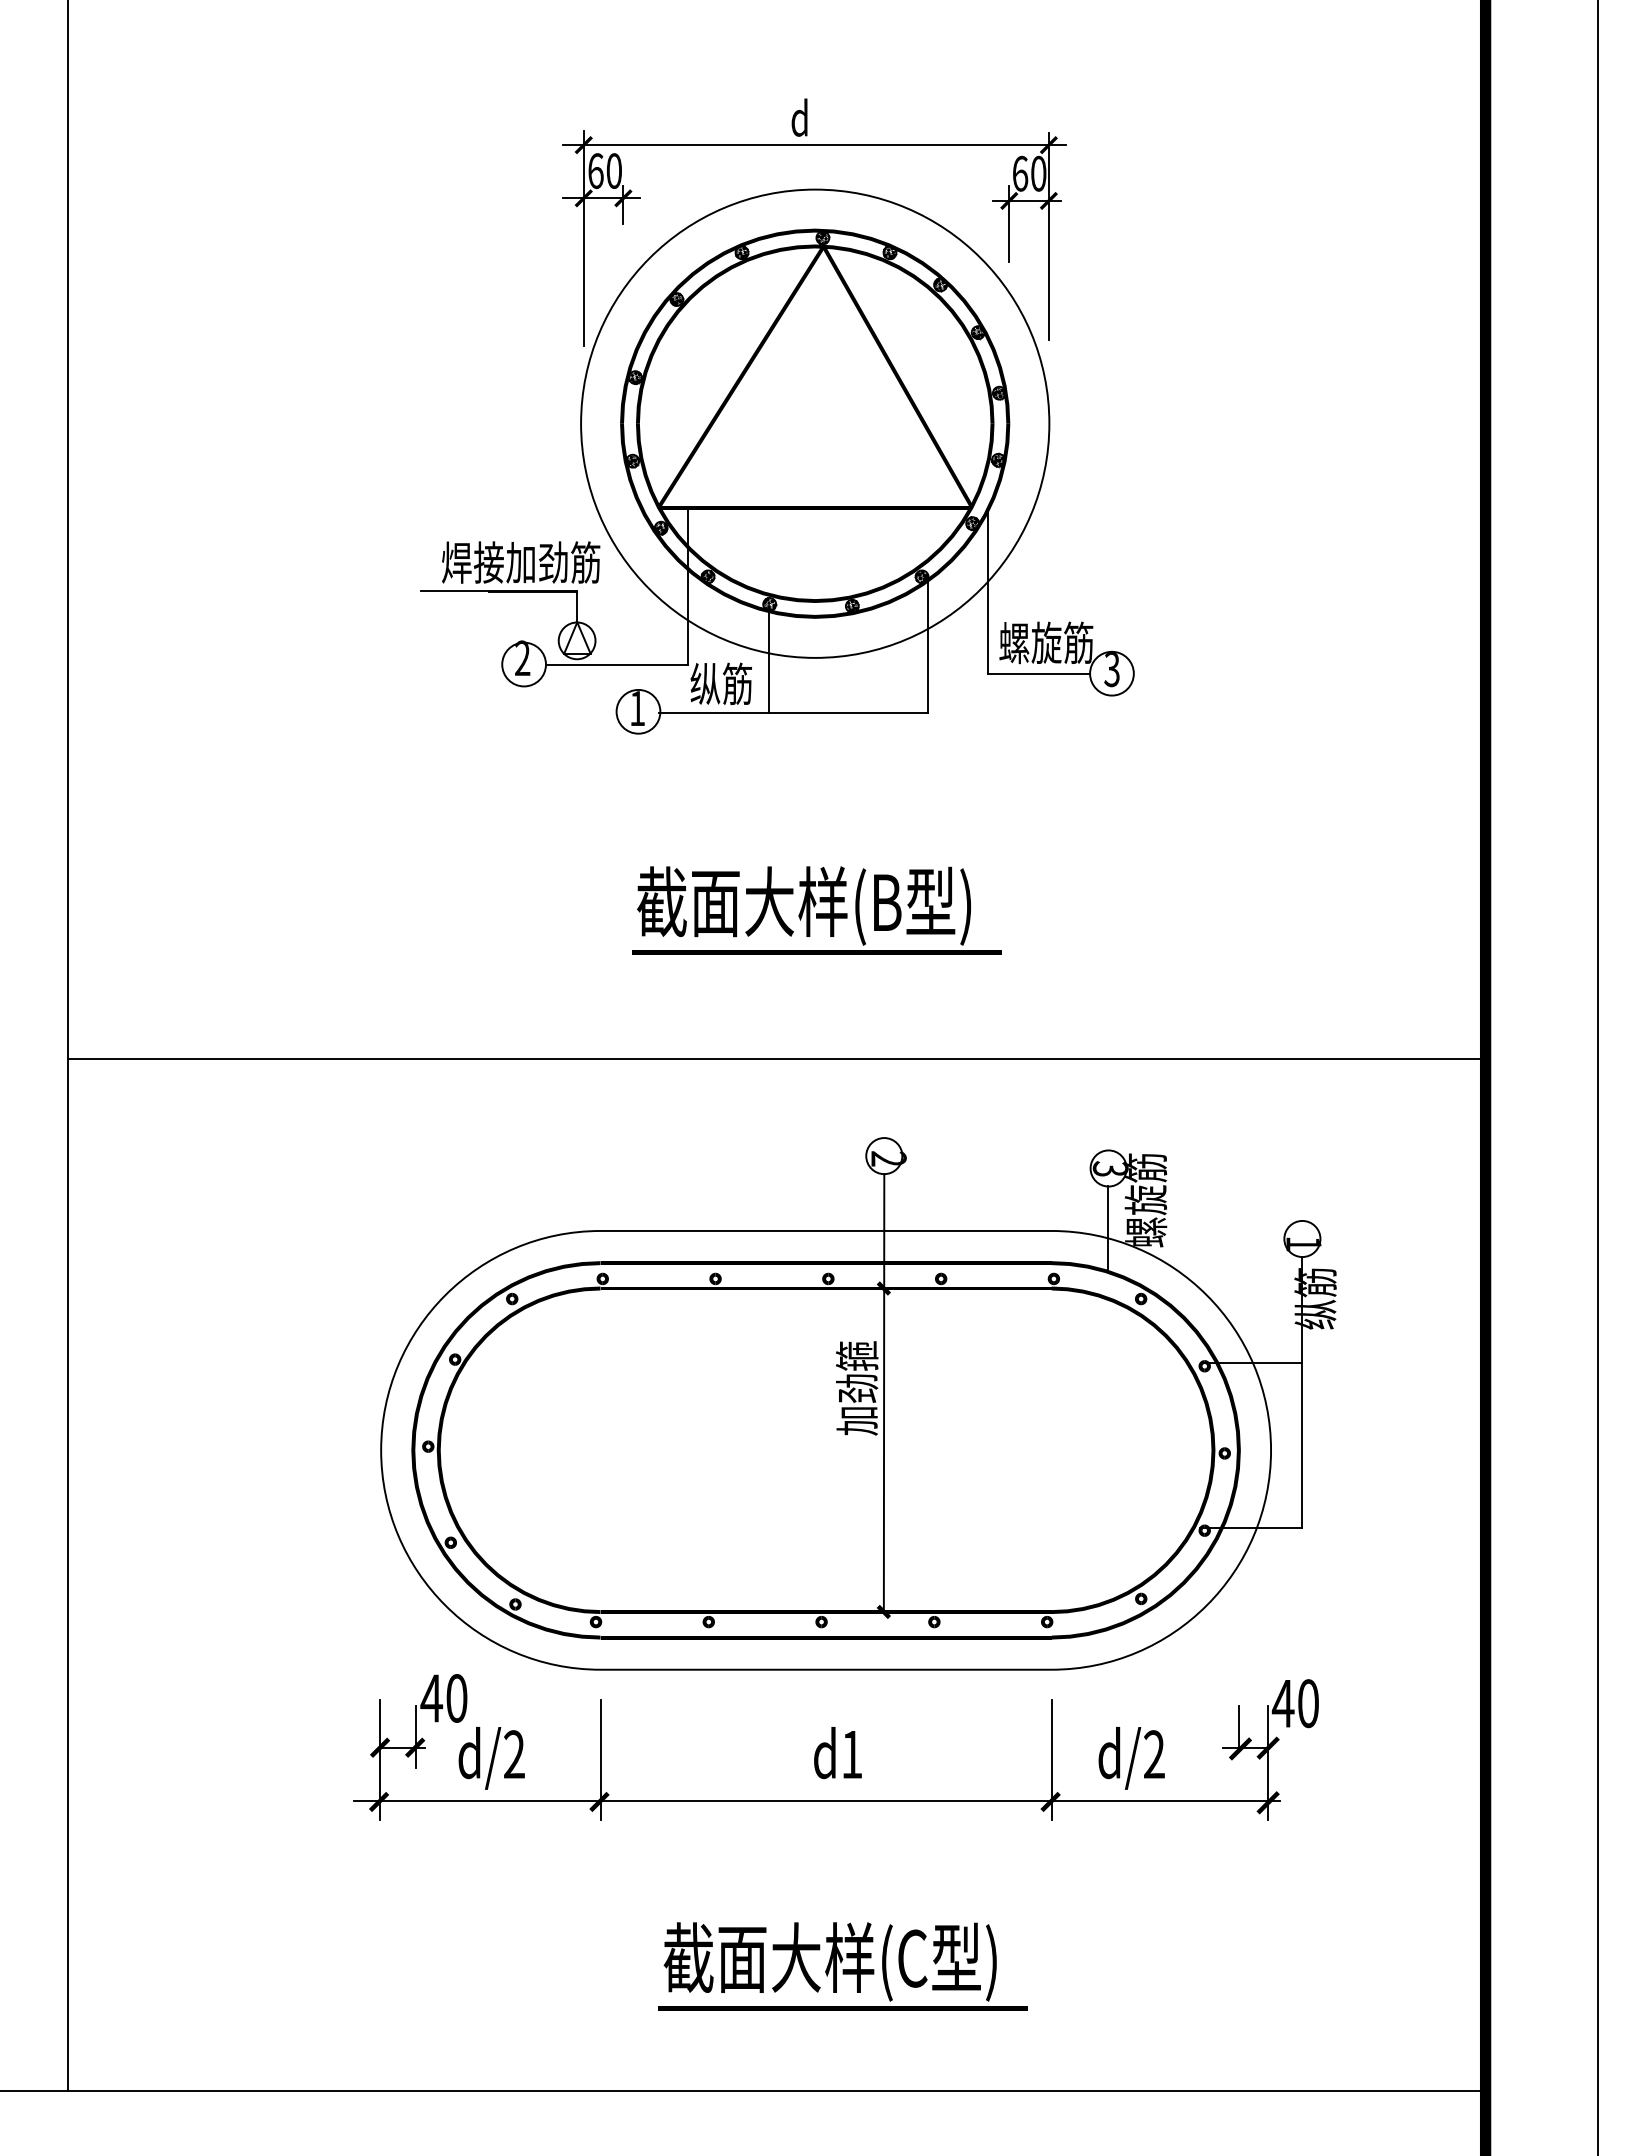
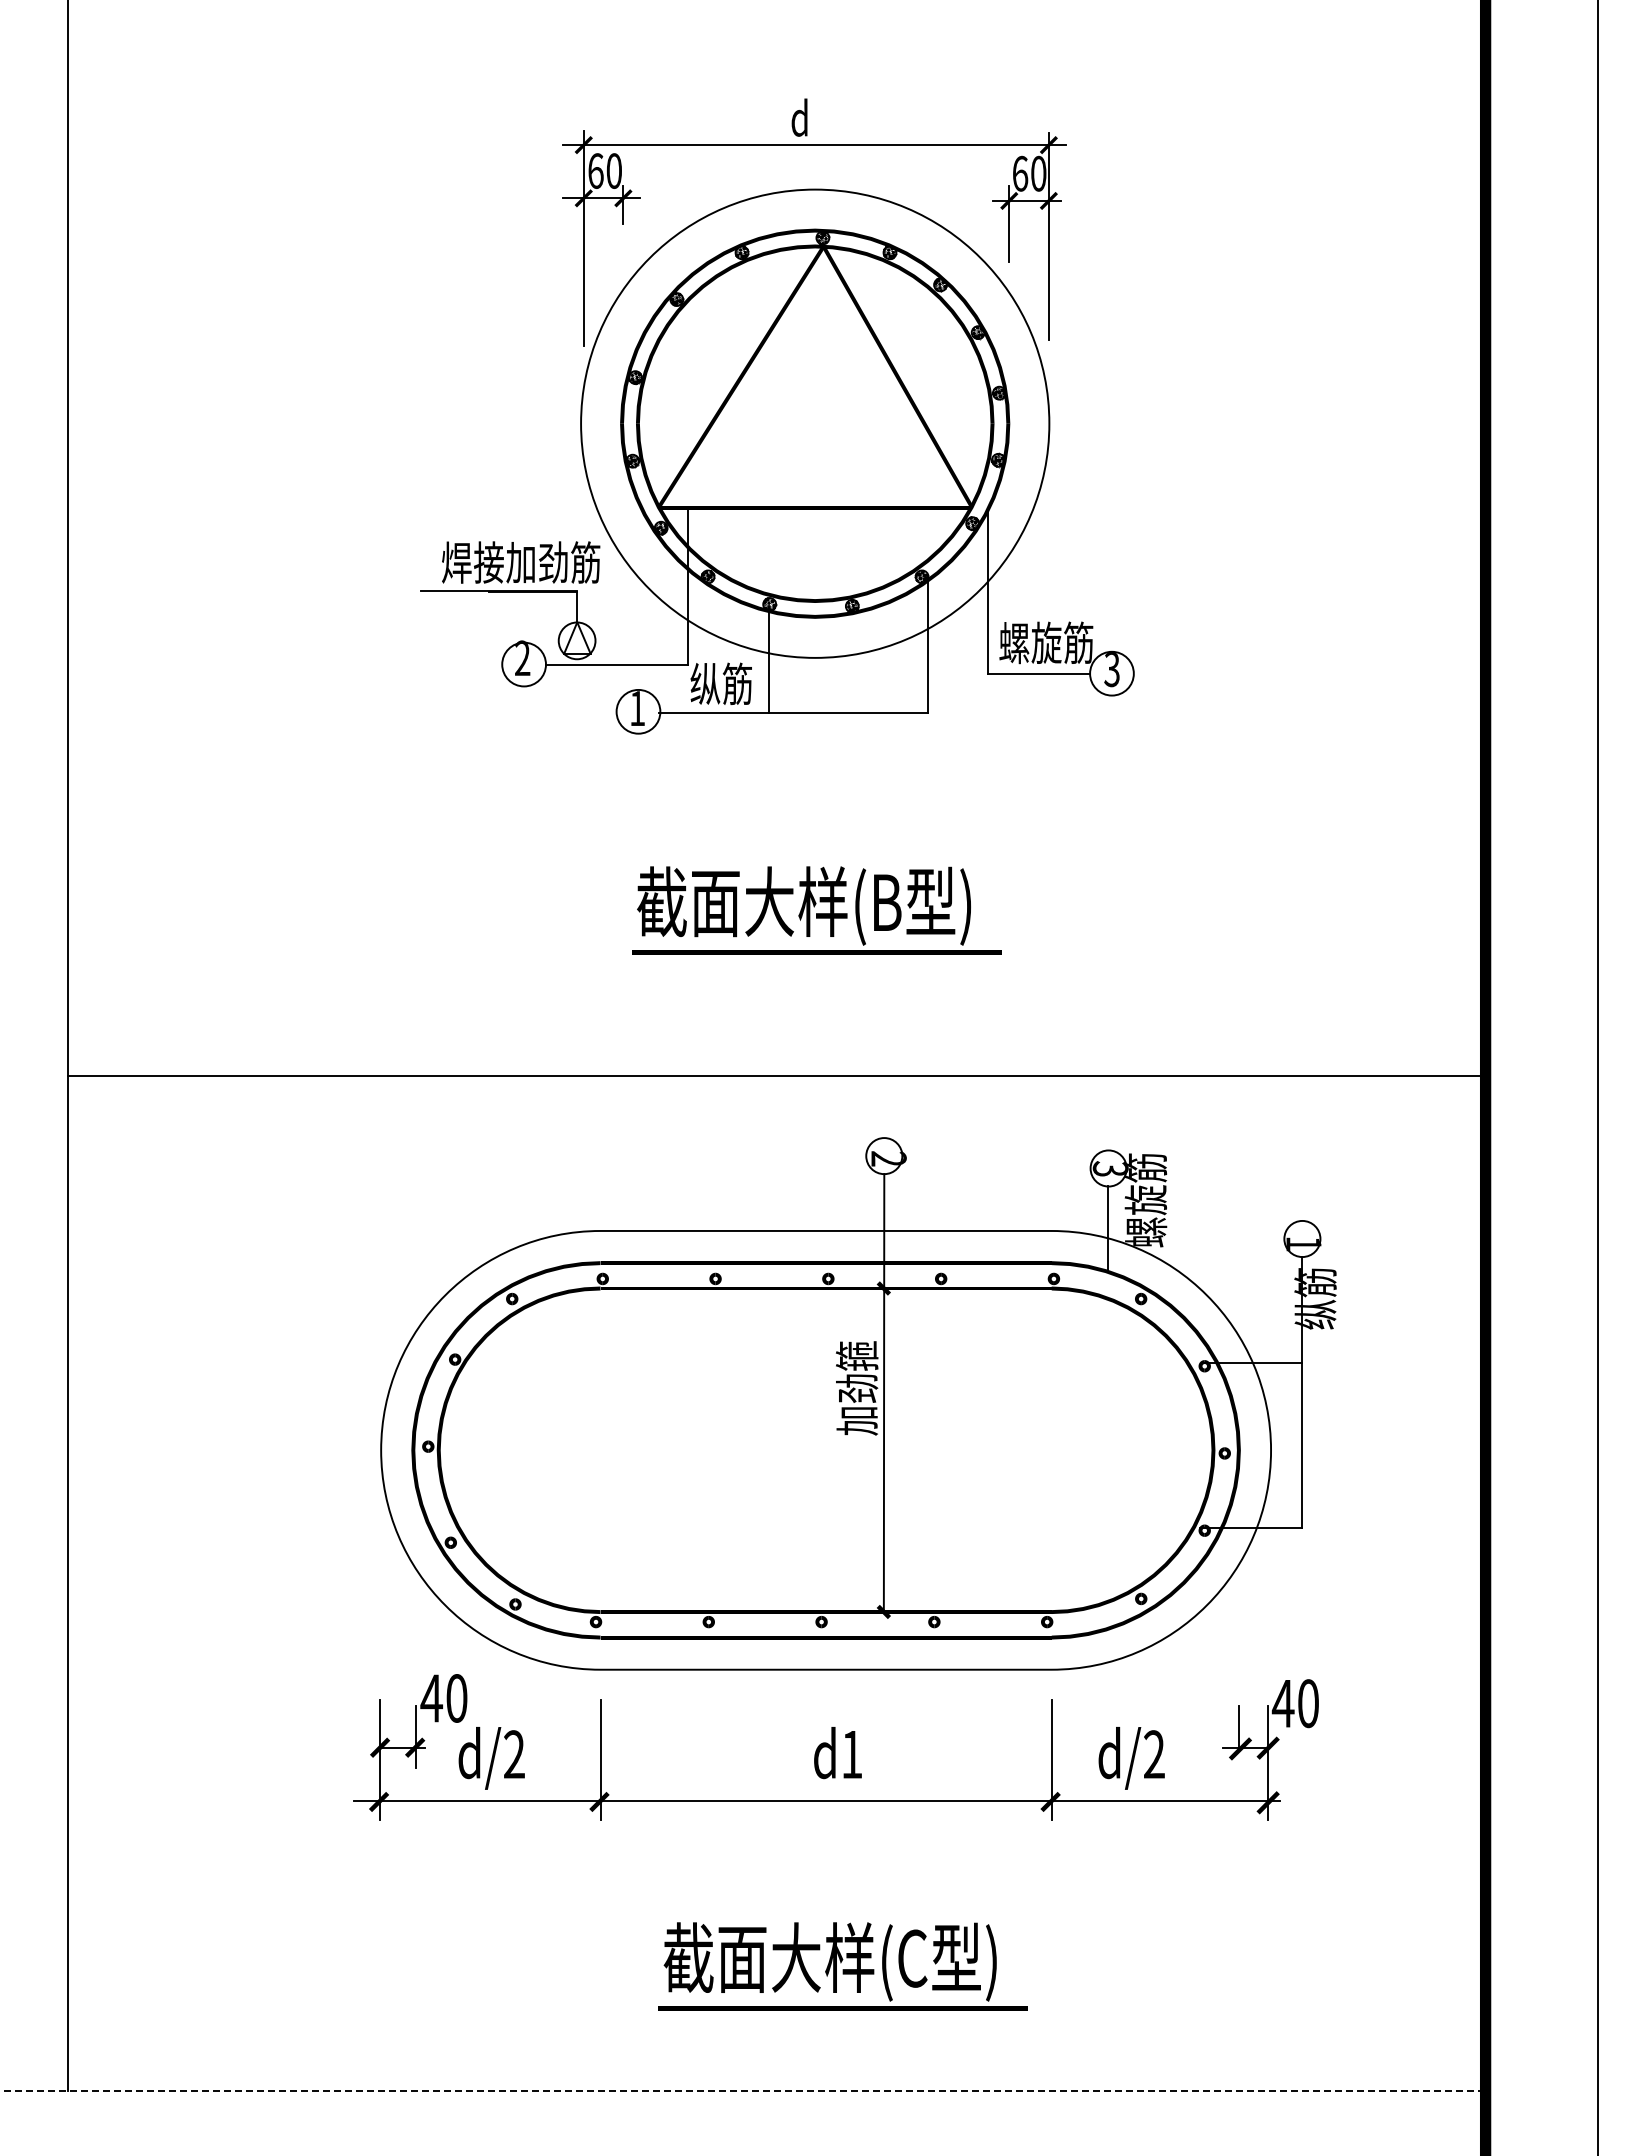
line at (776, 1058) position: (776, 1058) -> (776, 1075)
line at (743, 2091): solid -> dashed
